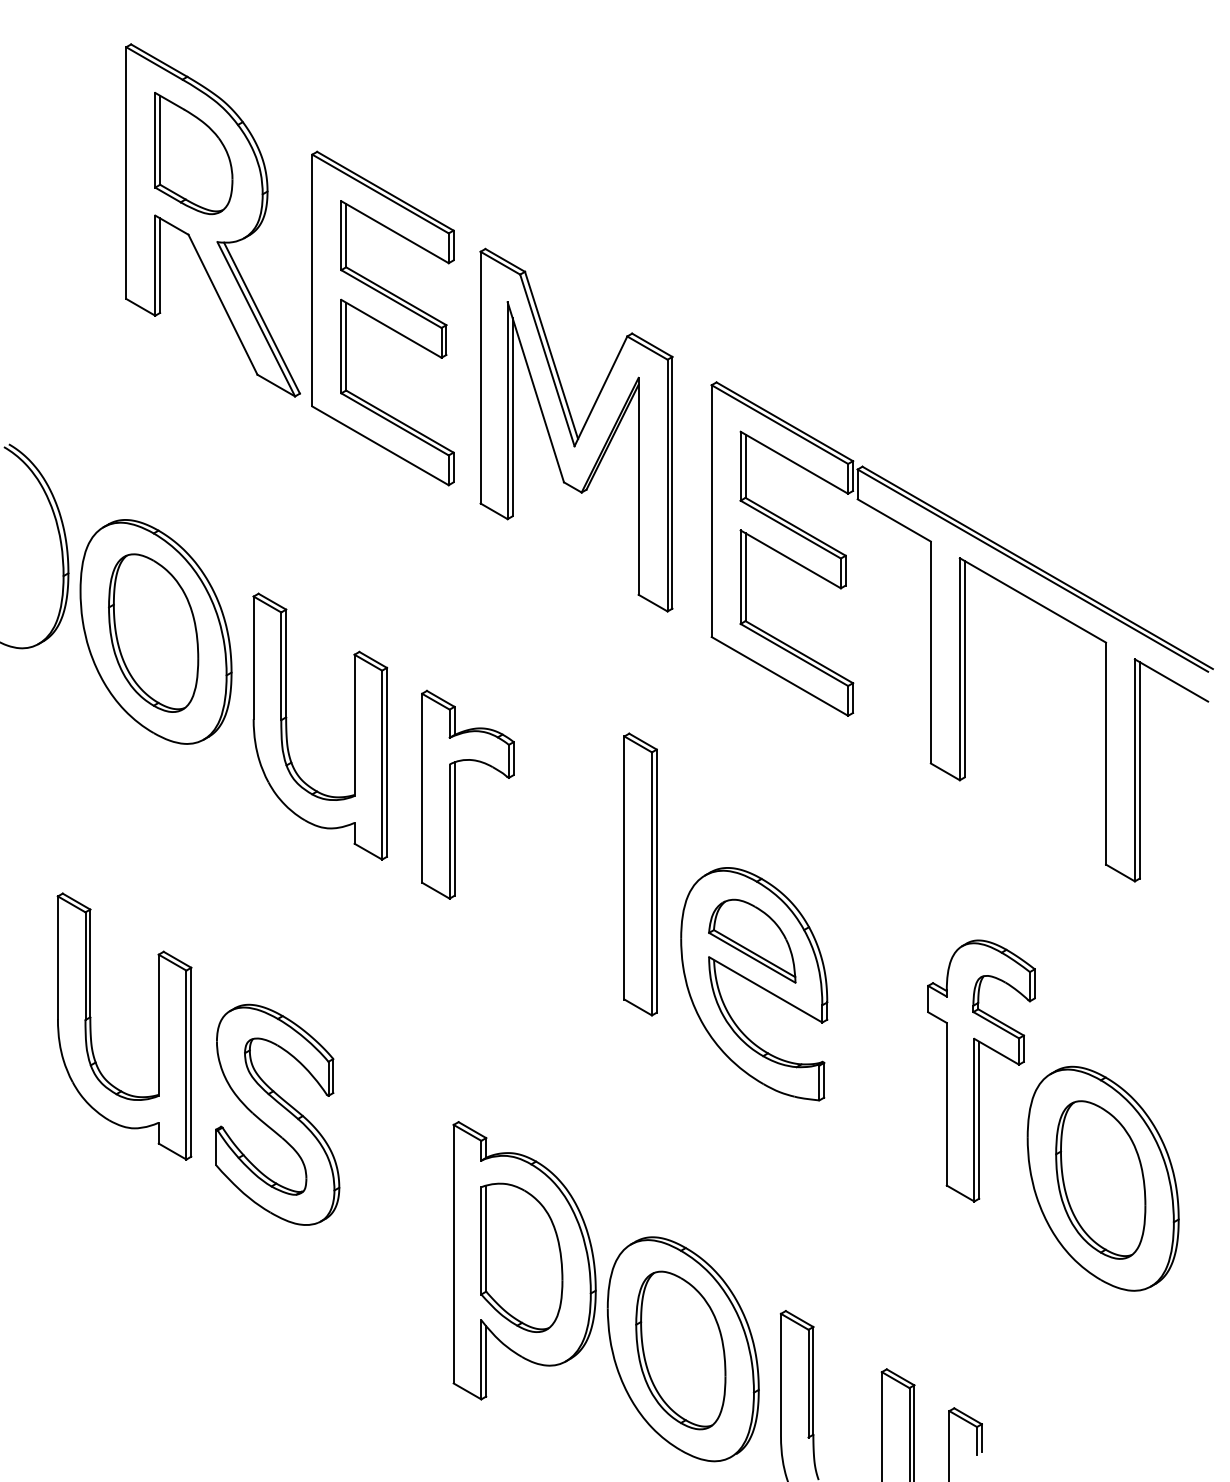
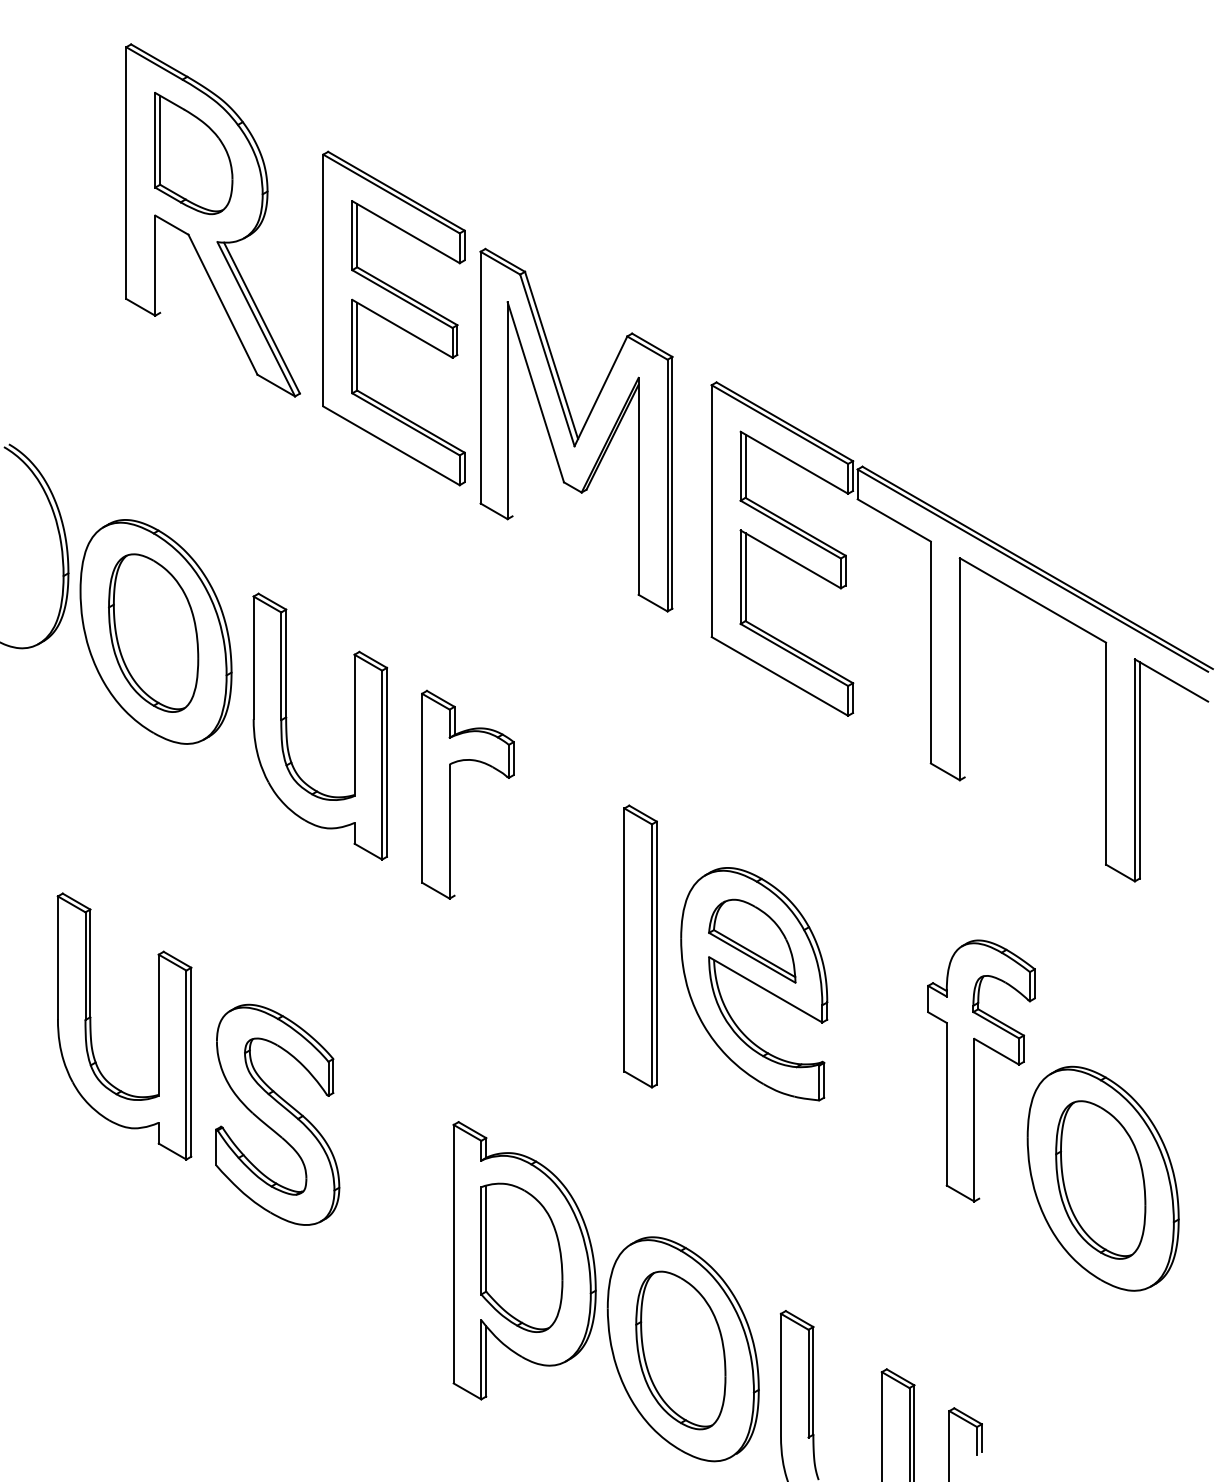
line at (160, 265): present -> none
part at (382, 318) position: (382, 318) -> (393, 318)
line at (512, 416): present -> none
line at (964, 669): present -> none
line at (454, 828): present -> none
part at (640, 874) position: (640, 874) -> (640, 946)
line at (979, 1119): present -> none
